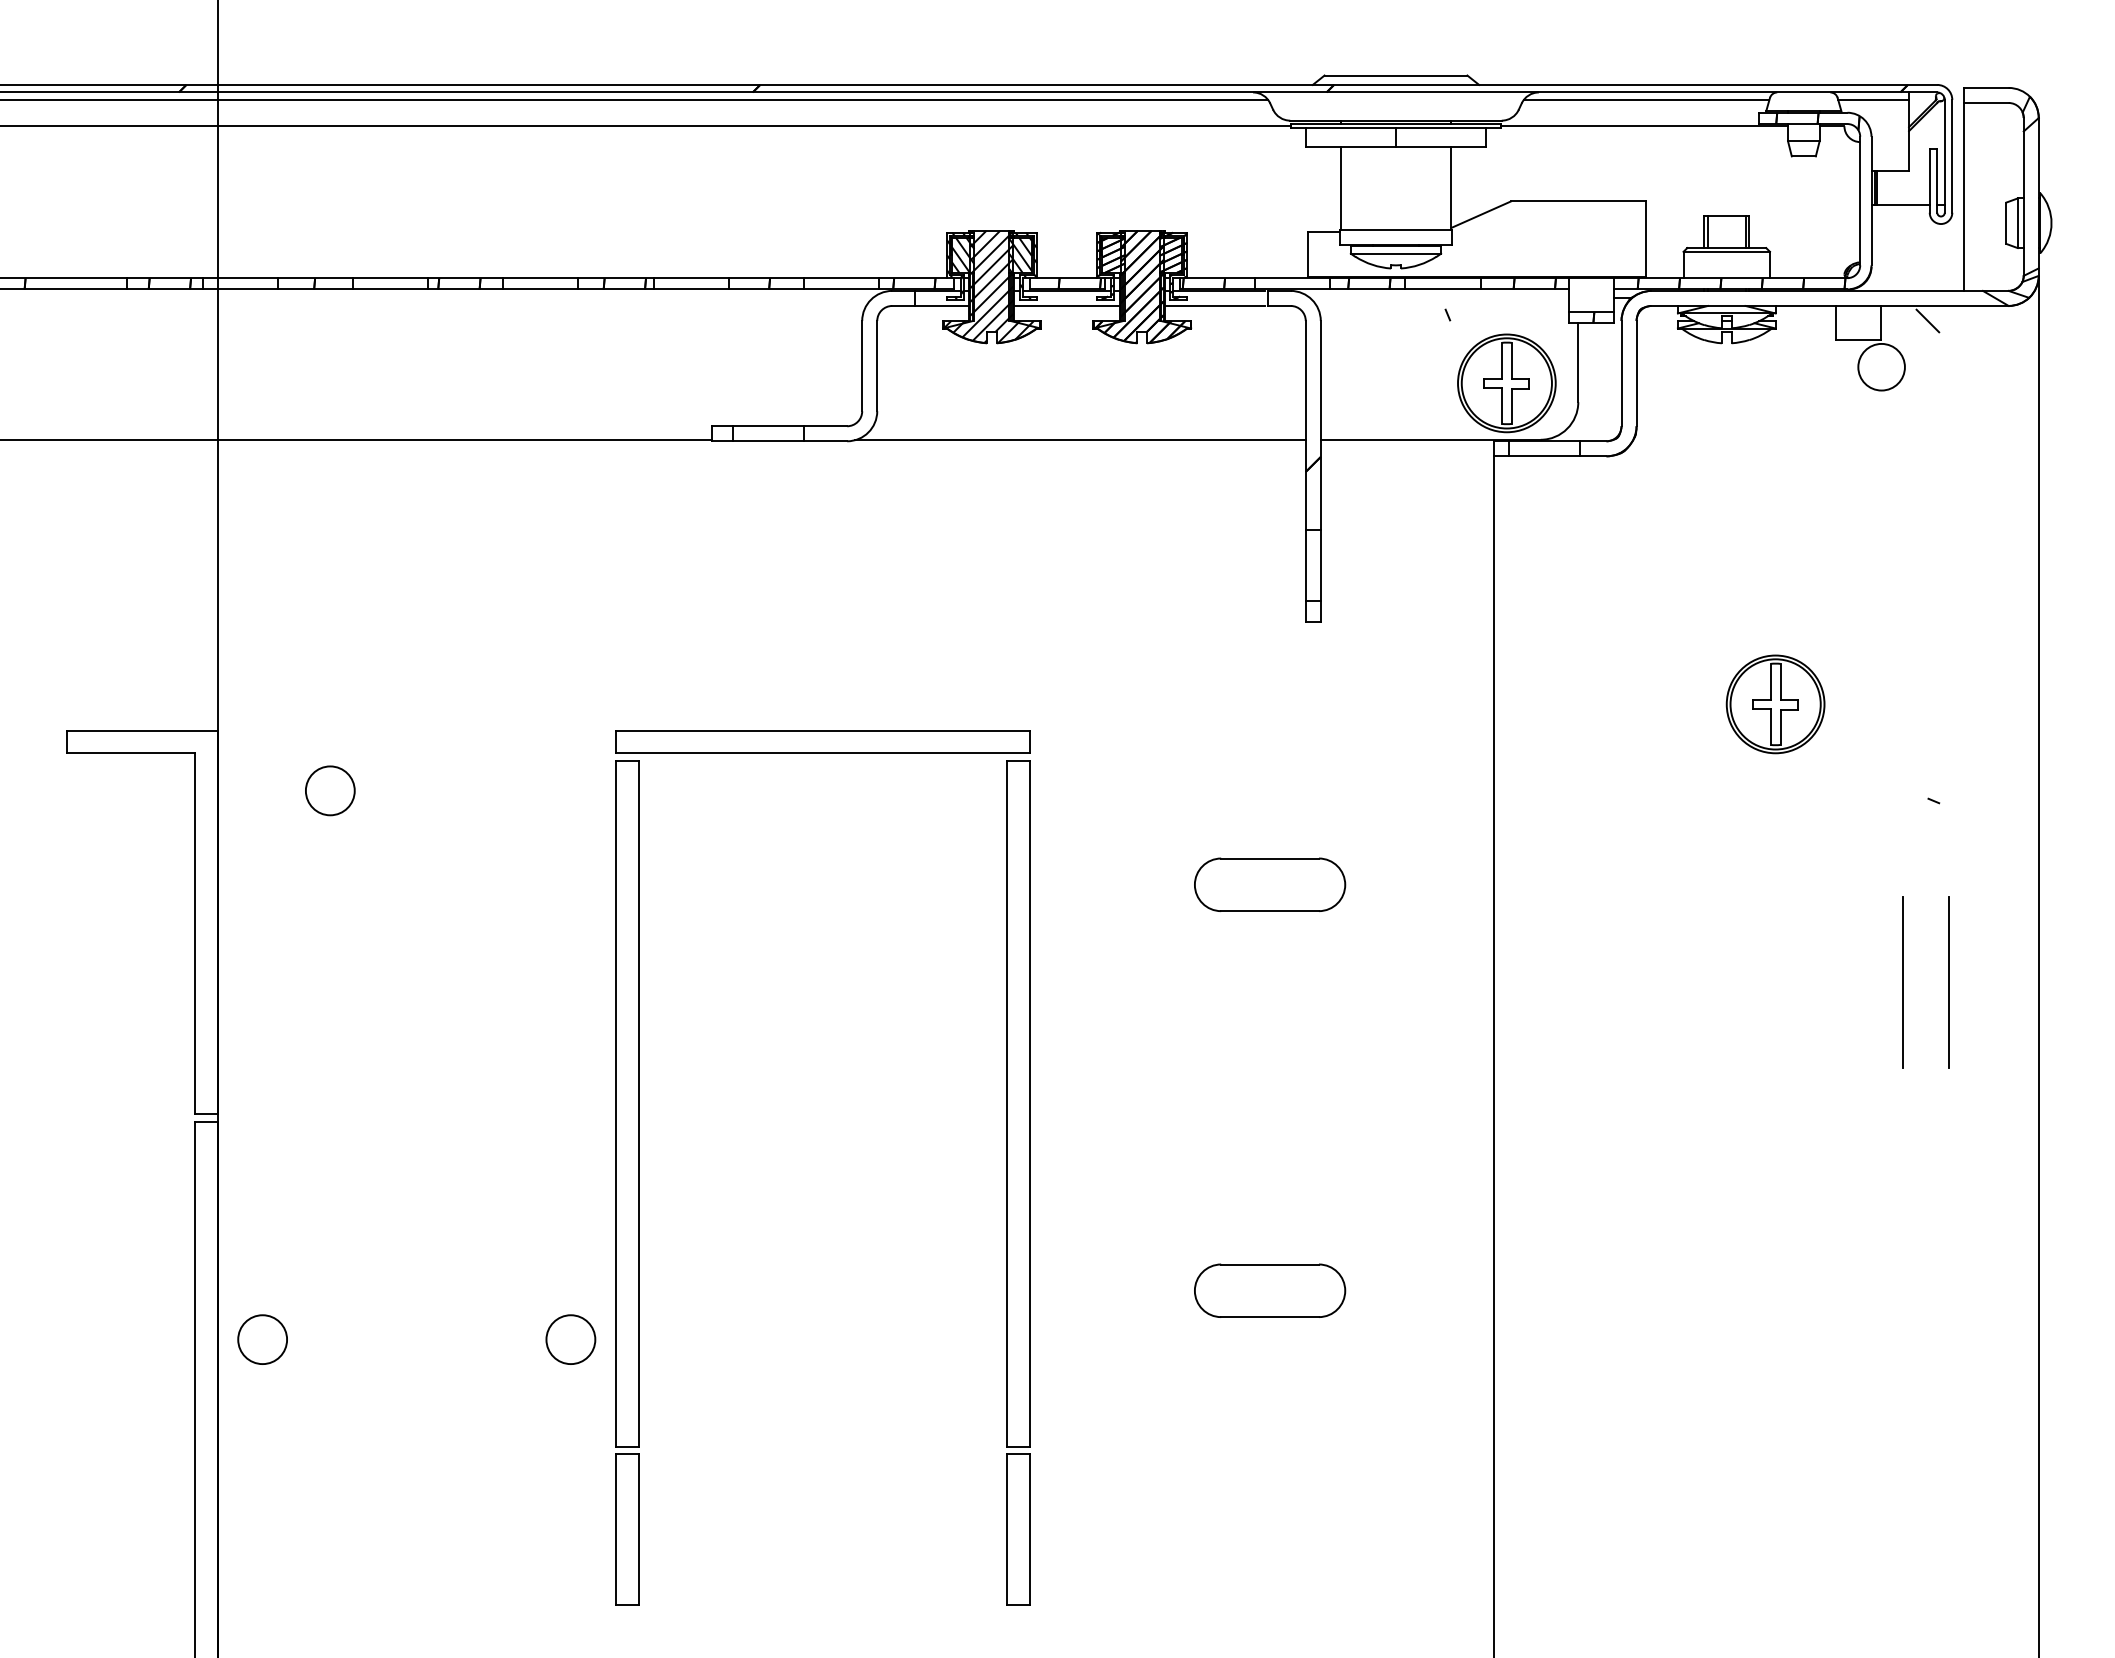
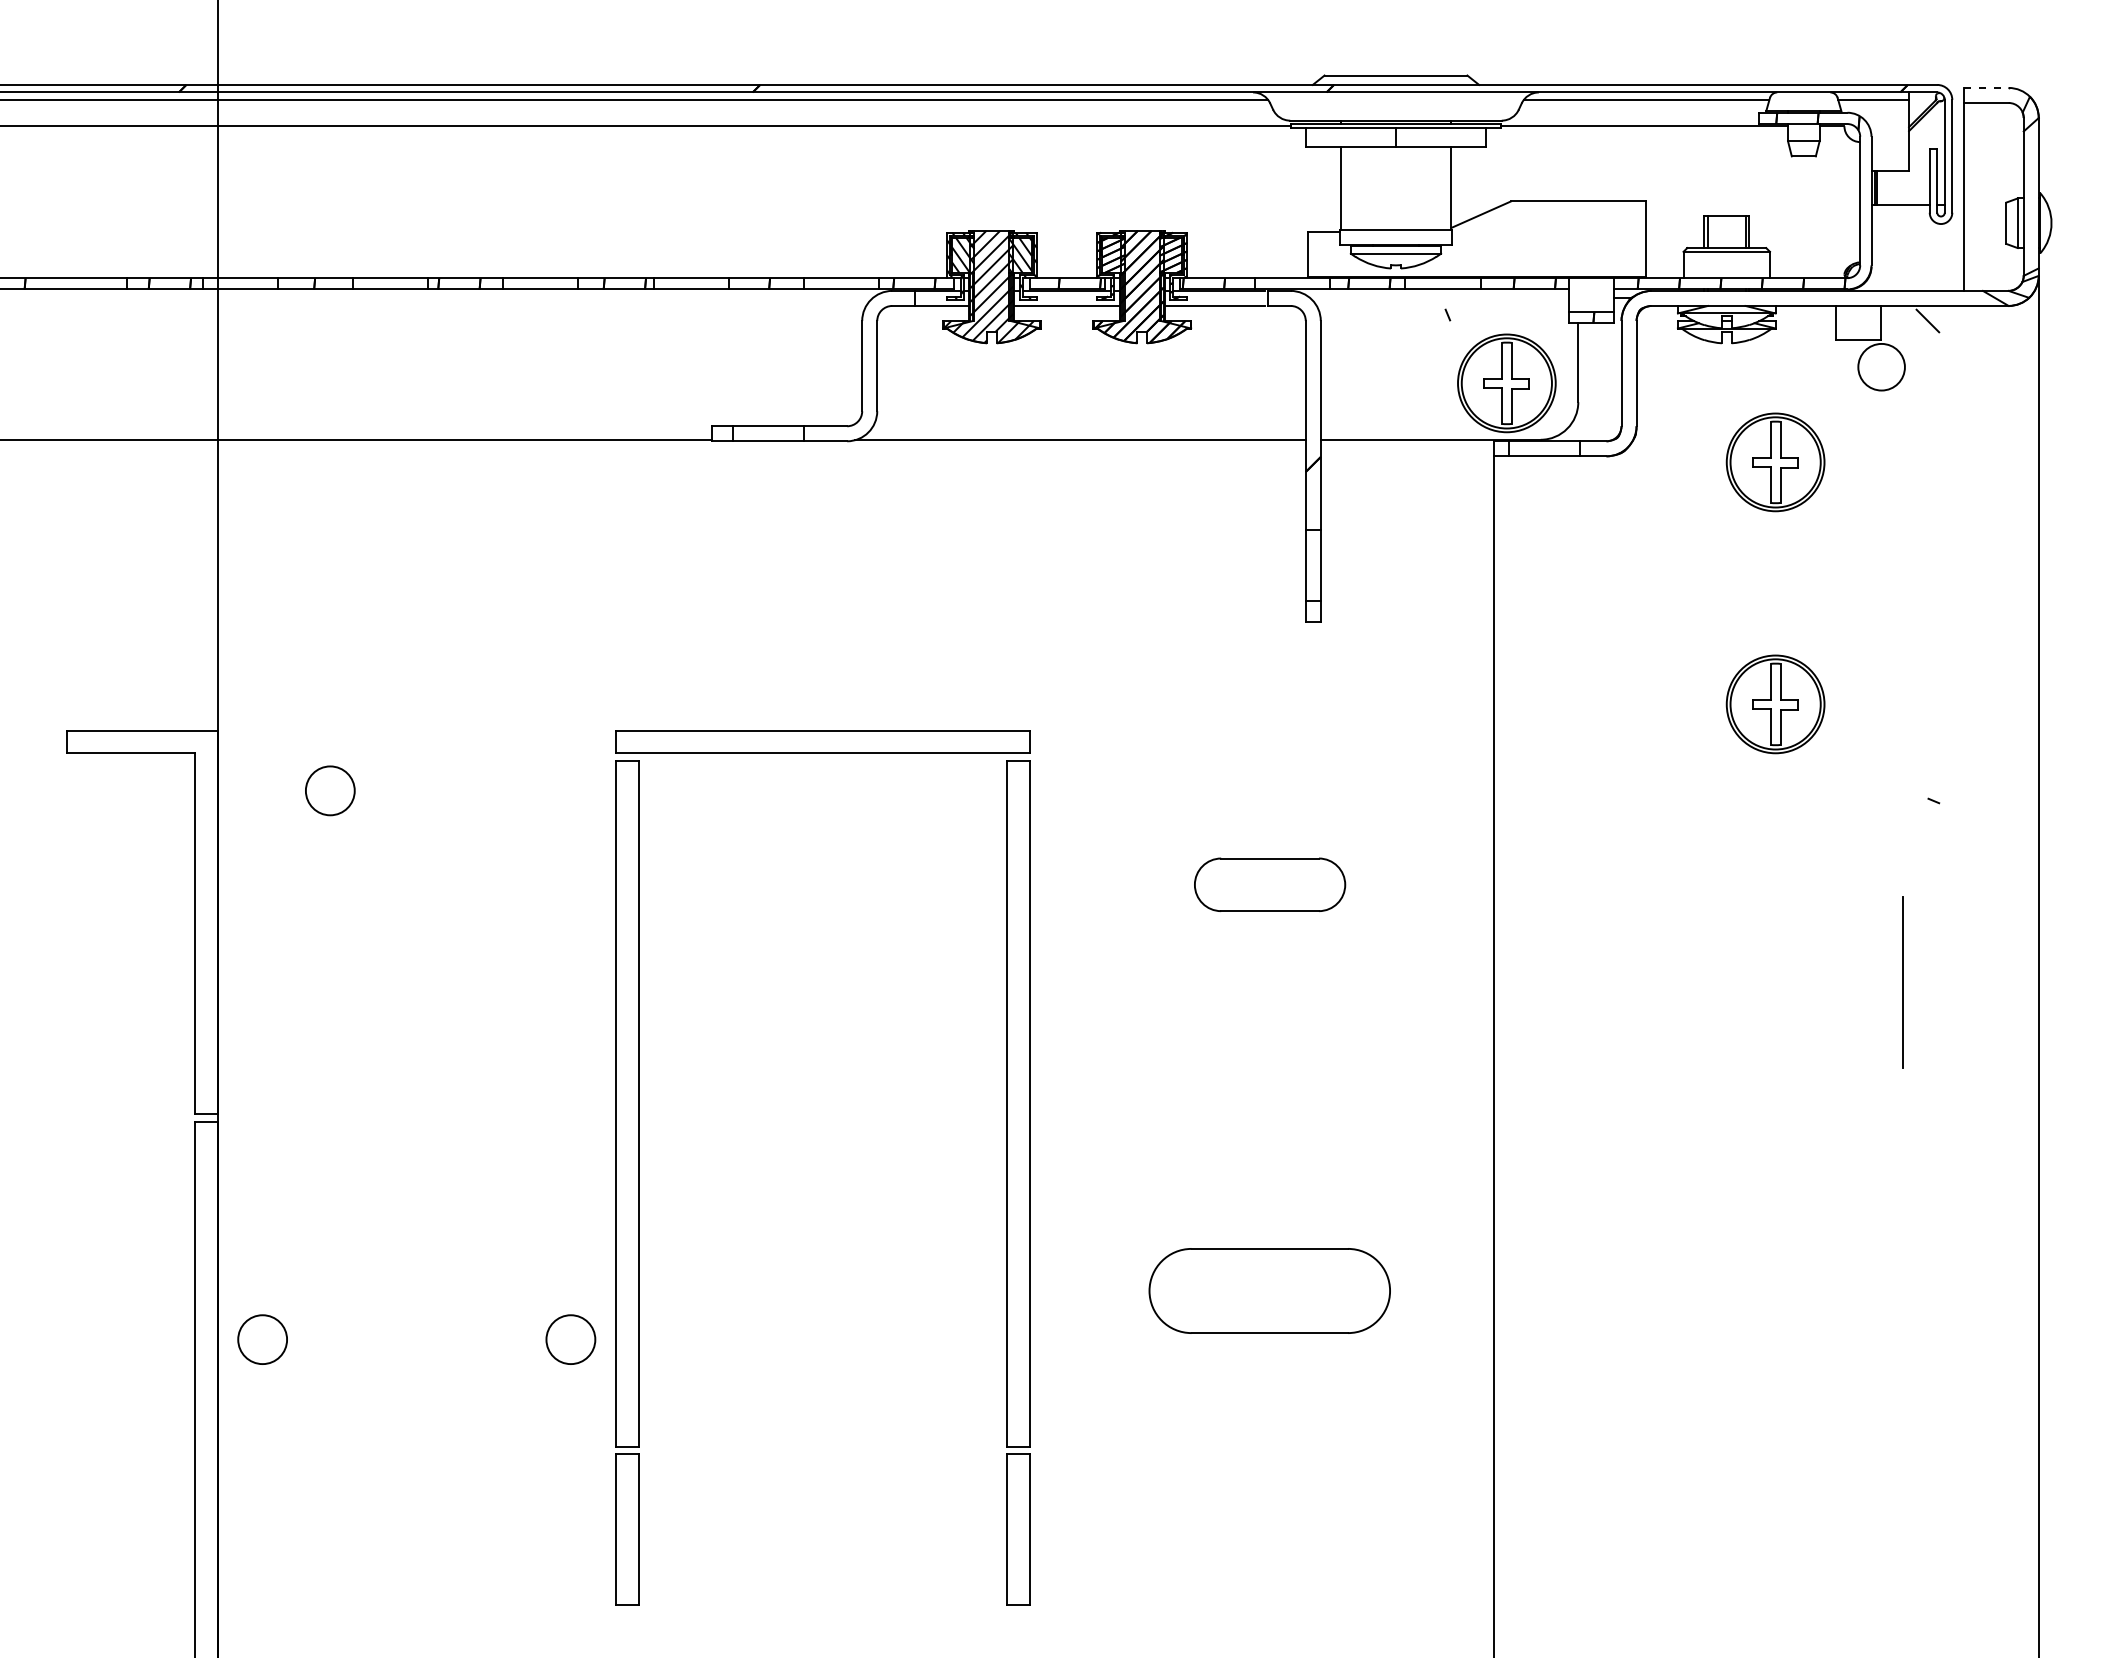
line at (1986, 87): solid -> dashed
part at (1775, 462): none -> present
line at (1948, 982): present -> none
part at (1270, 1290) size: 153x55 px -> 243x86 px
